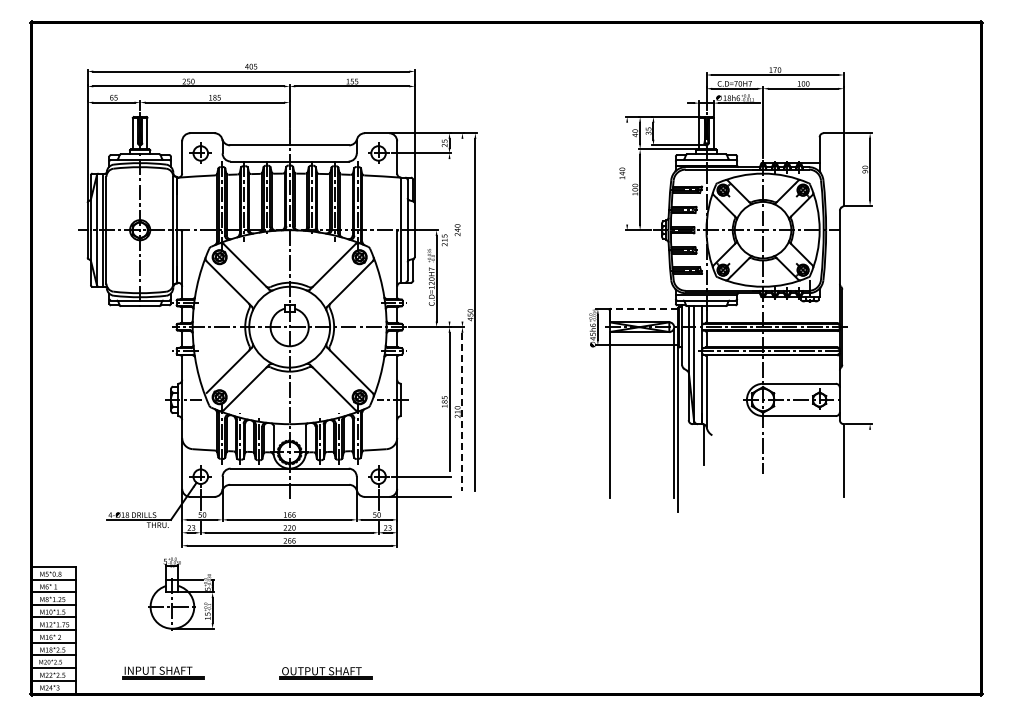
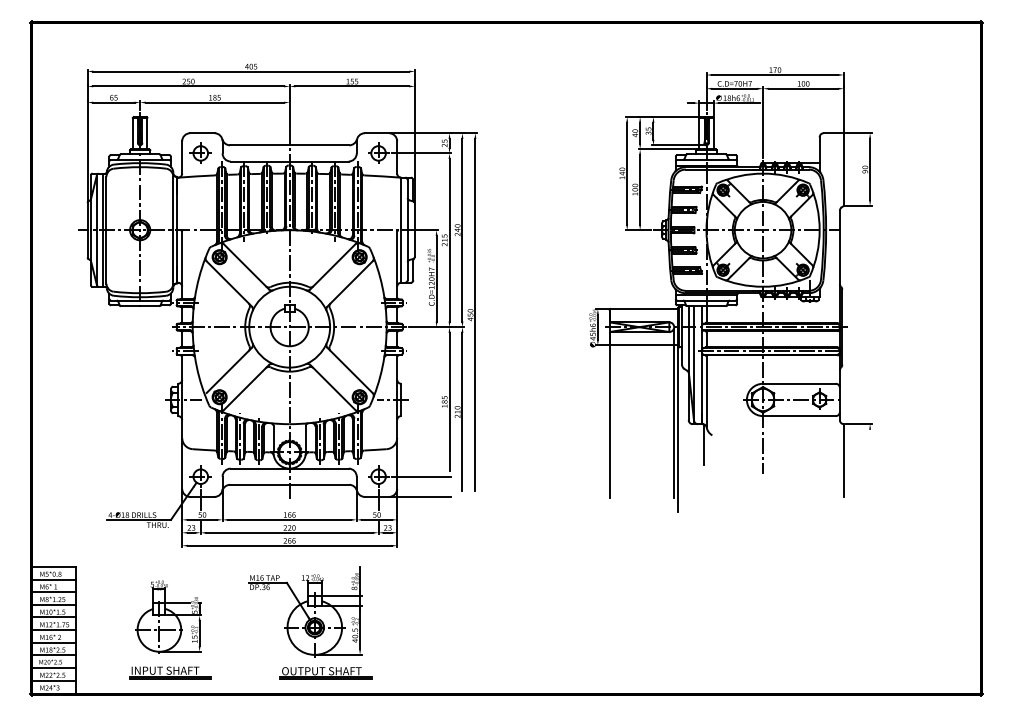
line at (627, 173): none -> present
line at (462, 229): none -> present
line at (449, 240): none -> present
line at (644, 309): dashed -> solid
line at (462, 412): dashed -> solid
part at (181, 593) position: (181, 593) -> (168, 616)
part at (305, 611): none -> present
part at (163, 672) position: (163, 672) -> (170, 672)
